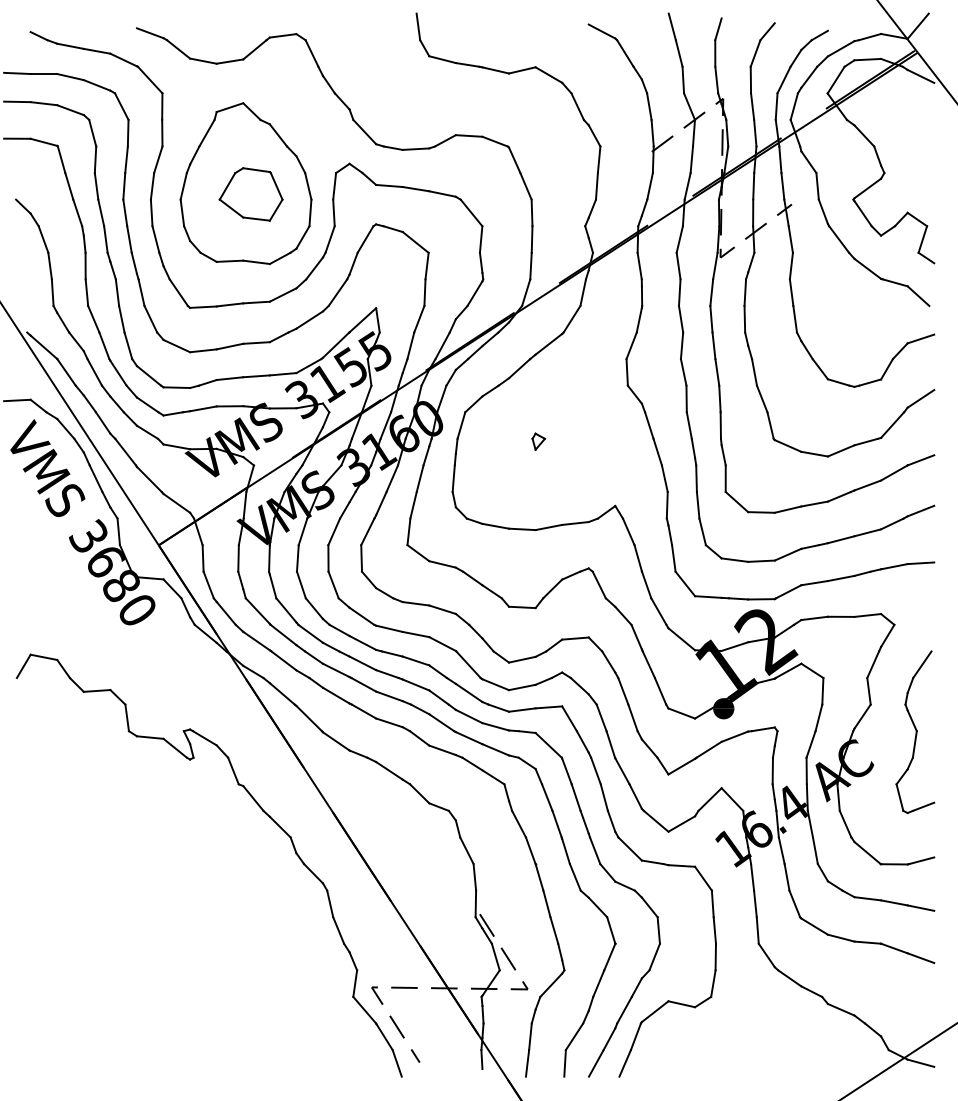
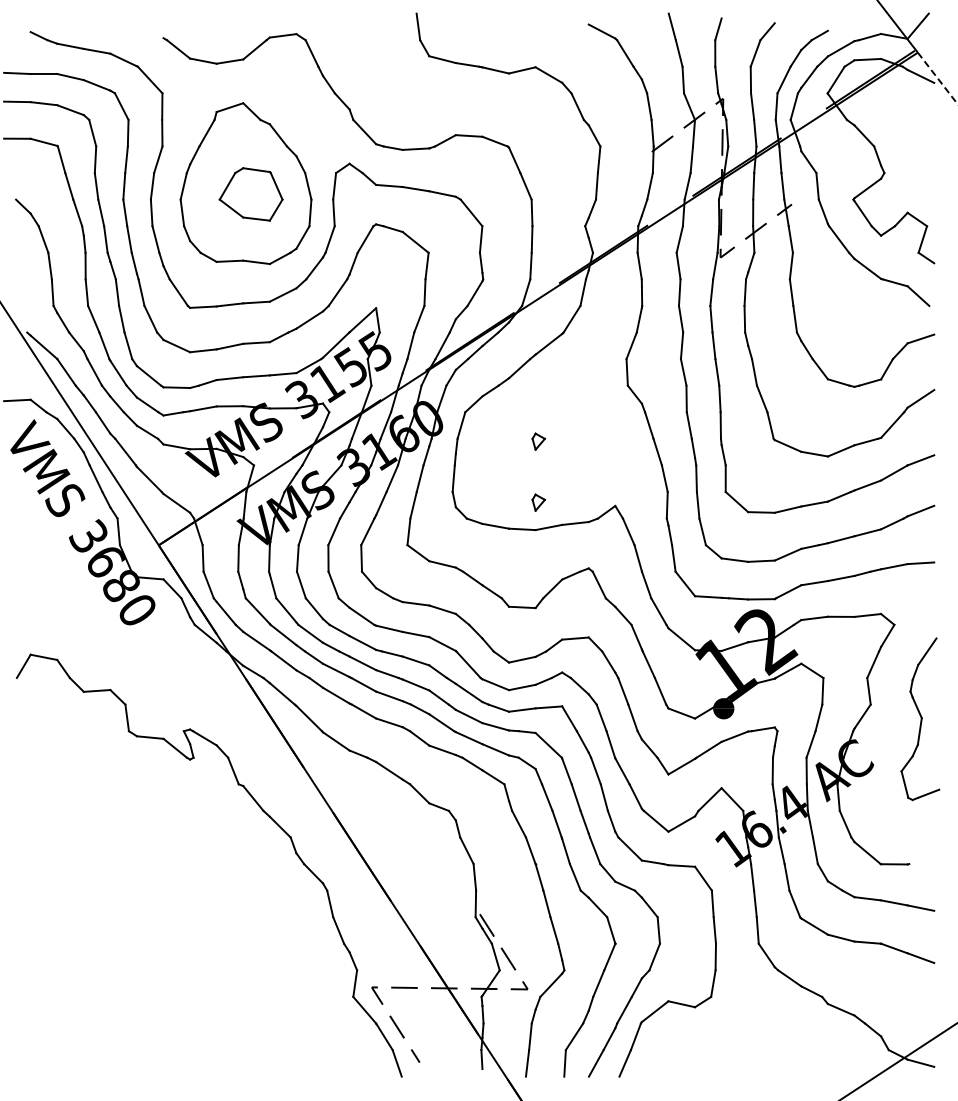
line at (149, 33): present -> none
line at (938, 78): solid -> dashed
part at (538, 502): none -> present
part at (915, 732) position: (915, 732) -> (920, 719)
line at (921, 860): present -> none
